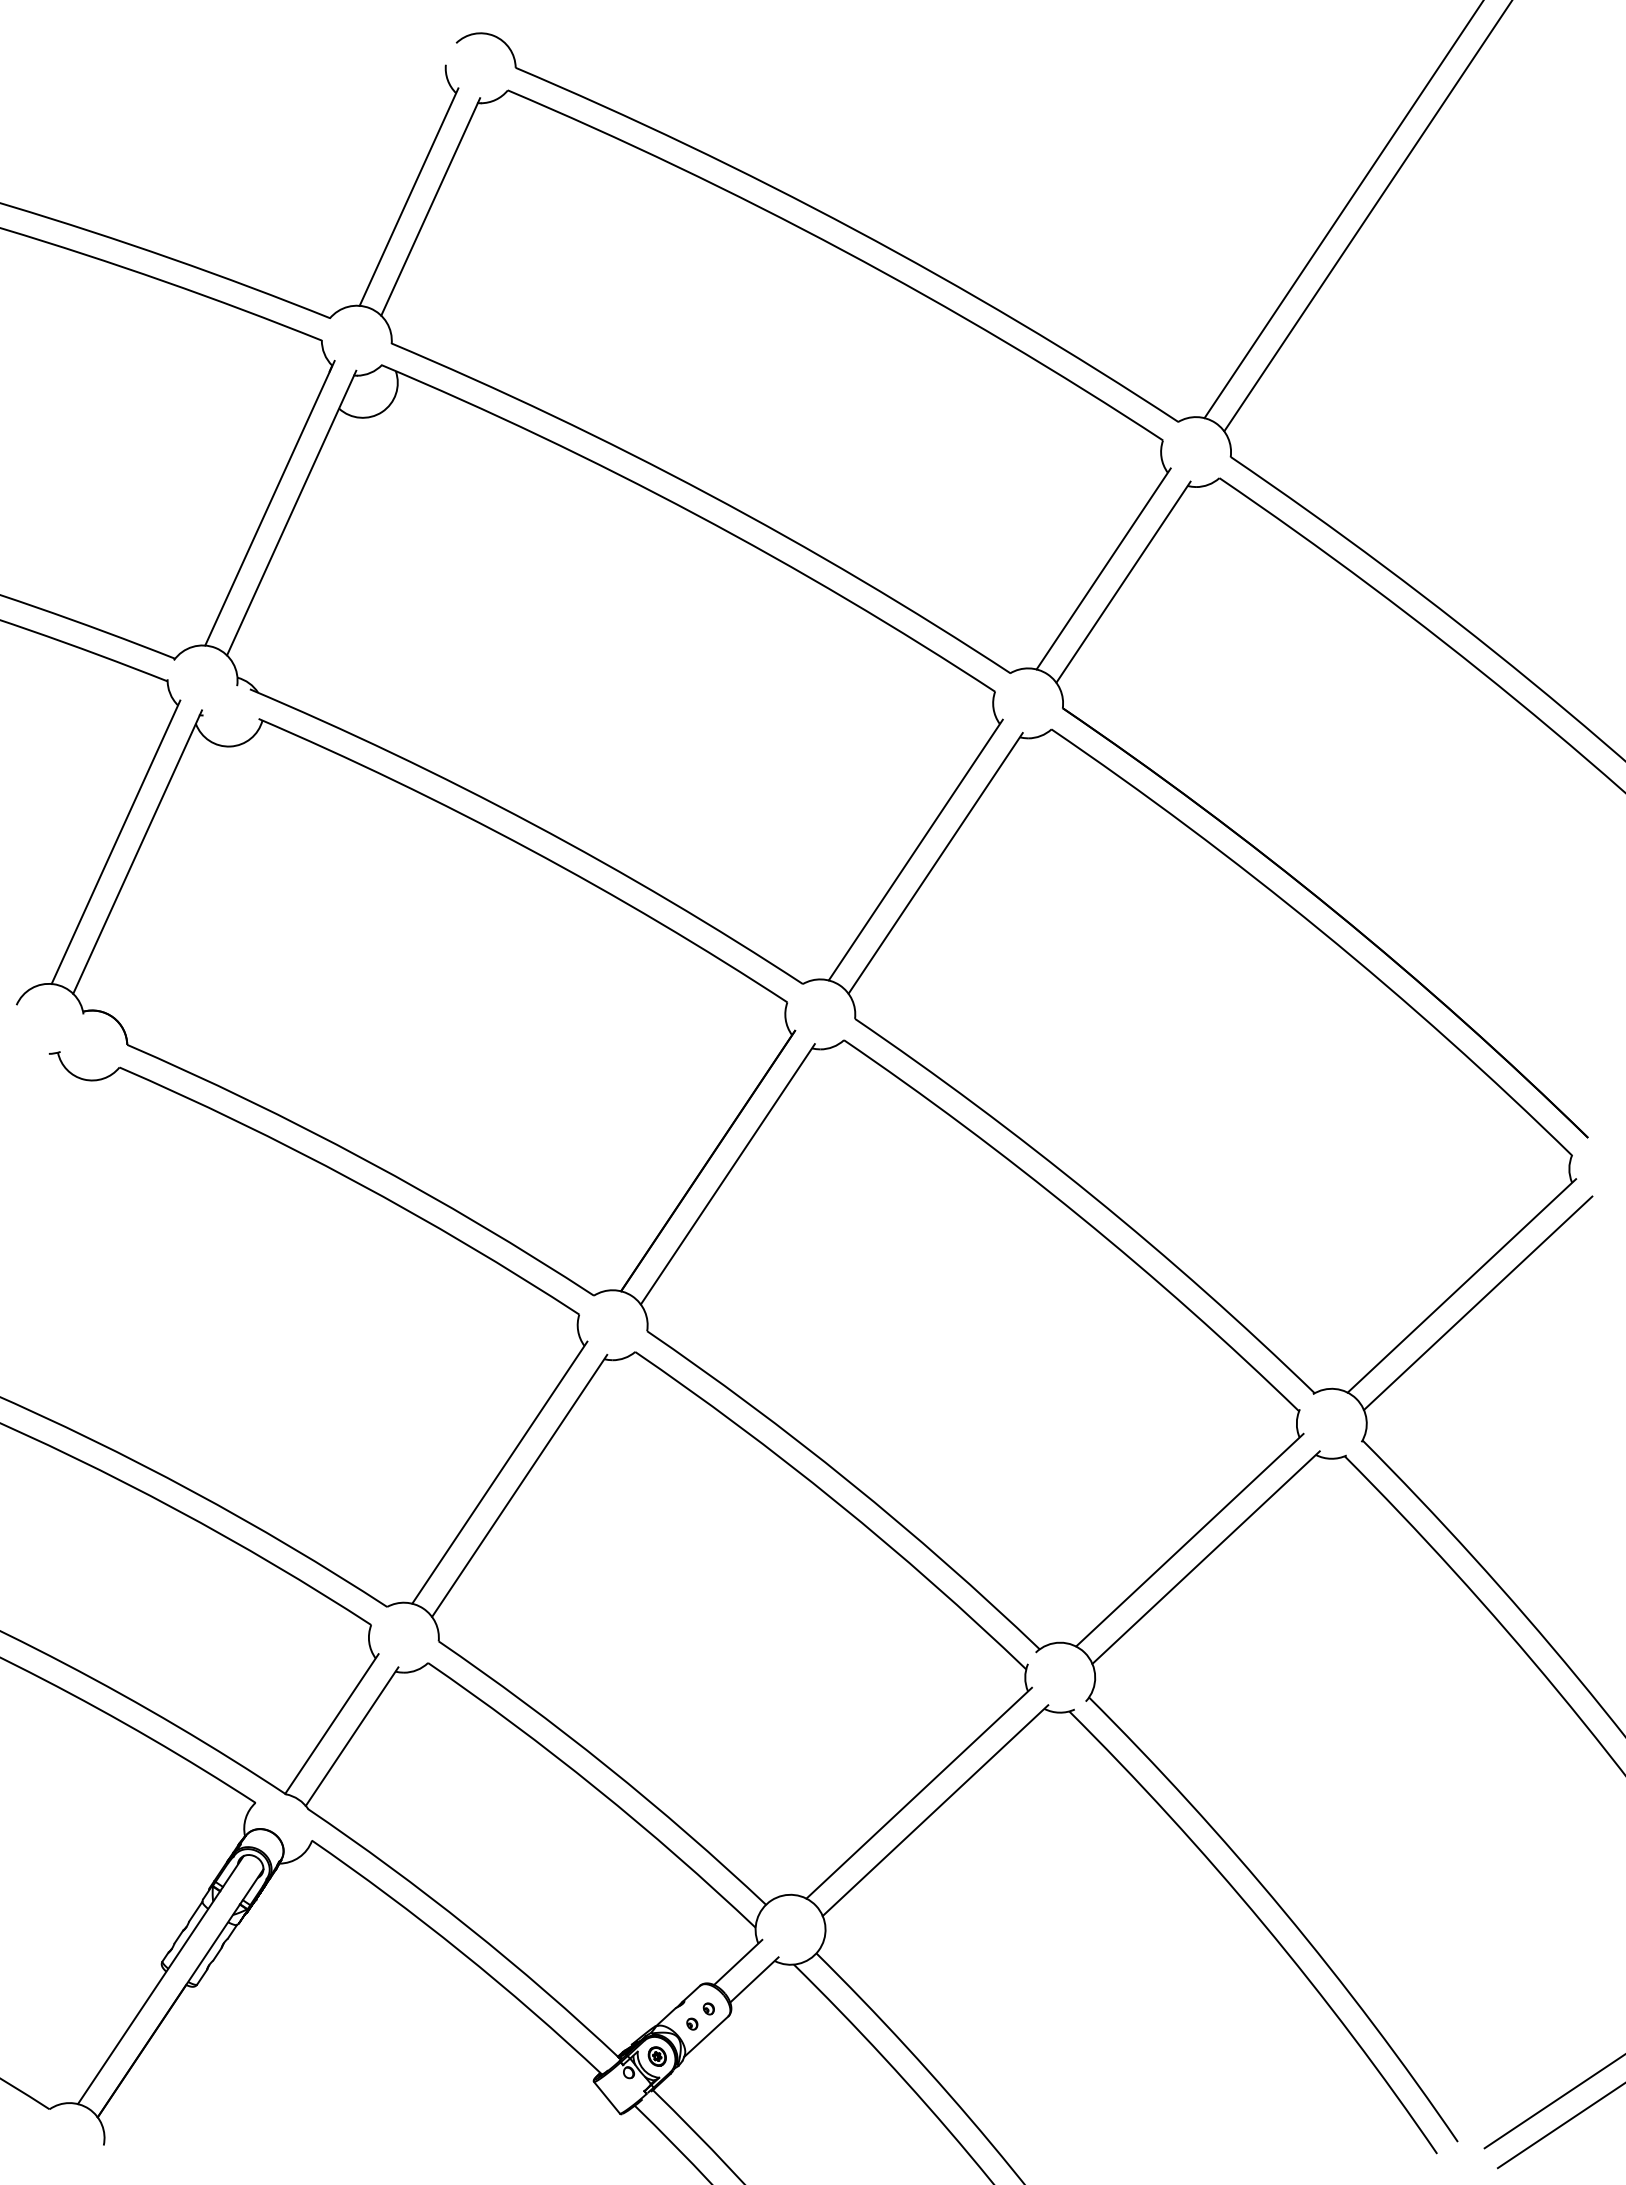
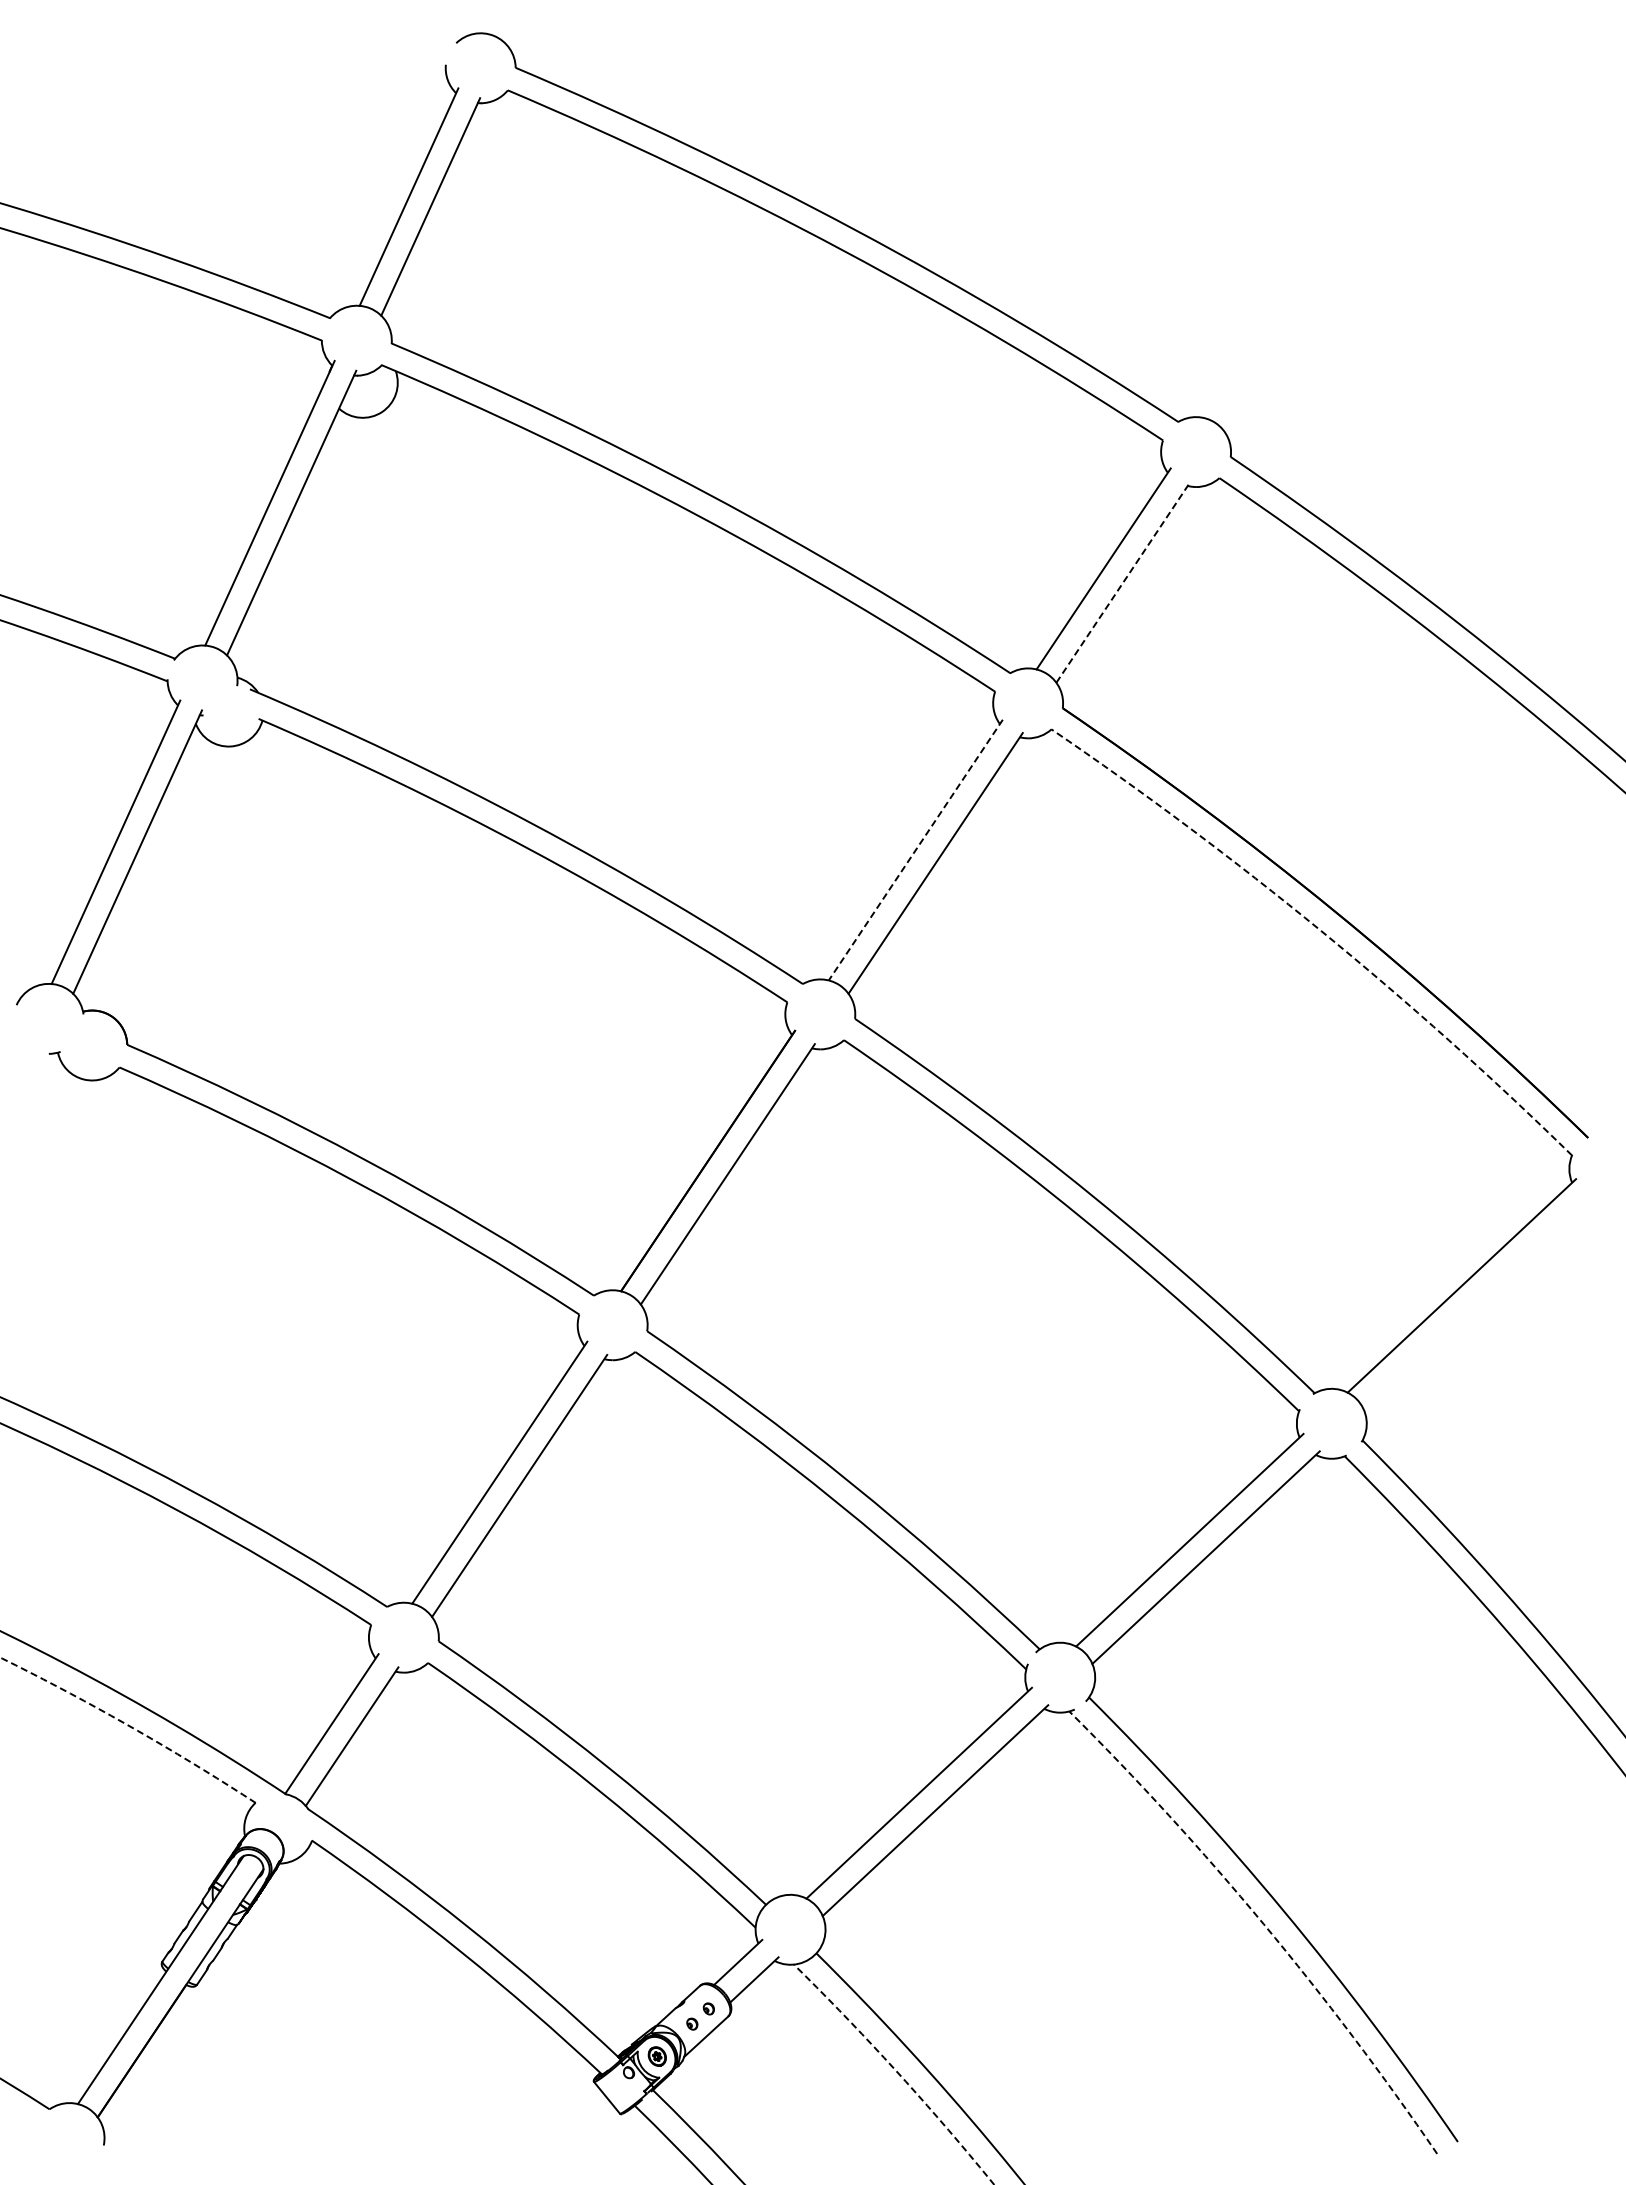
line at (1343, 210): present -> none
line at (1367, 216): present -> none
line at (1123, 582): solid -> dashed
line at (915, 850): solid -> dashed
arc at (1321, 931): solid -> dashed
line at (1477, 1303): present -> none
arc at (130, 1726): solid -> dashed
arc at (1263, 1924): solid -> dashed
arc at (895, 2070): solid -> dashed
line at (1553, 2102): present -> none
line at (1559, 2126): present -> none
